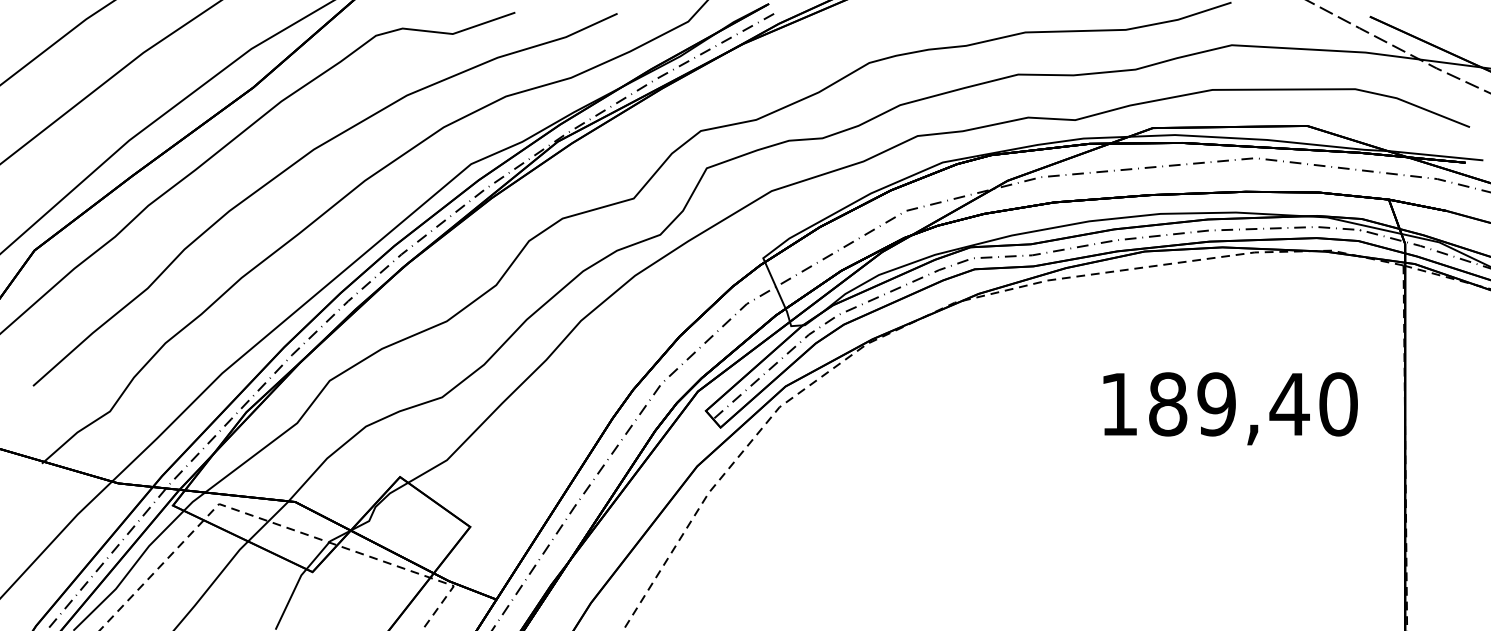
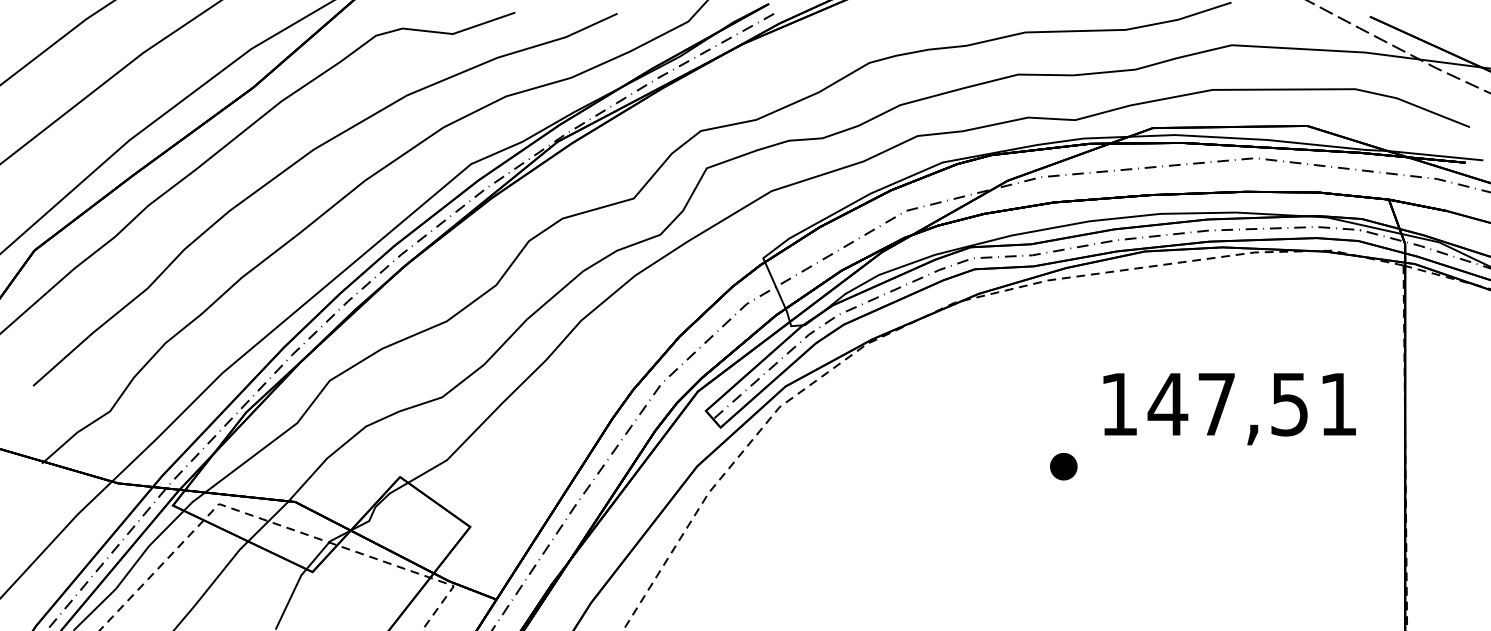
text at (1252, 404): 189,40 -> 147,51
part at (1063, 466): none -> present
